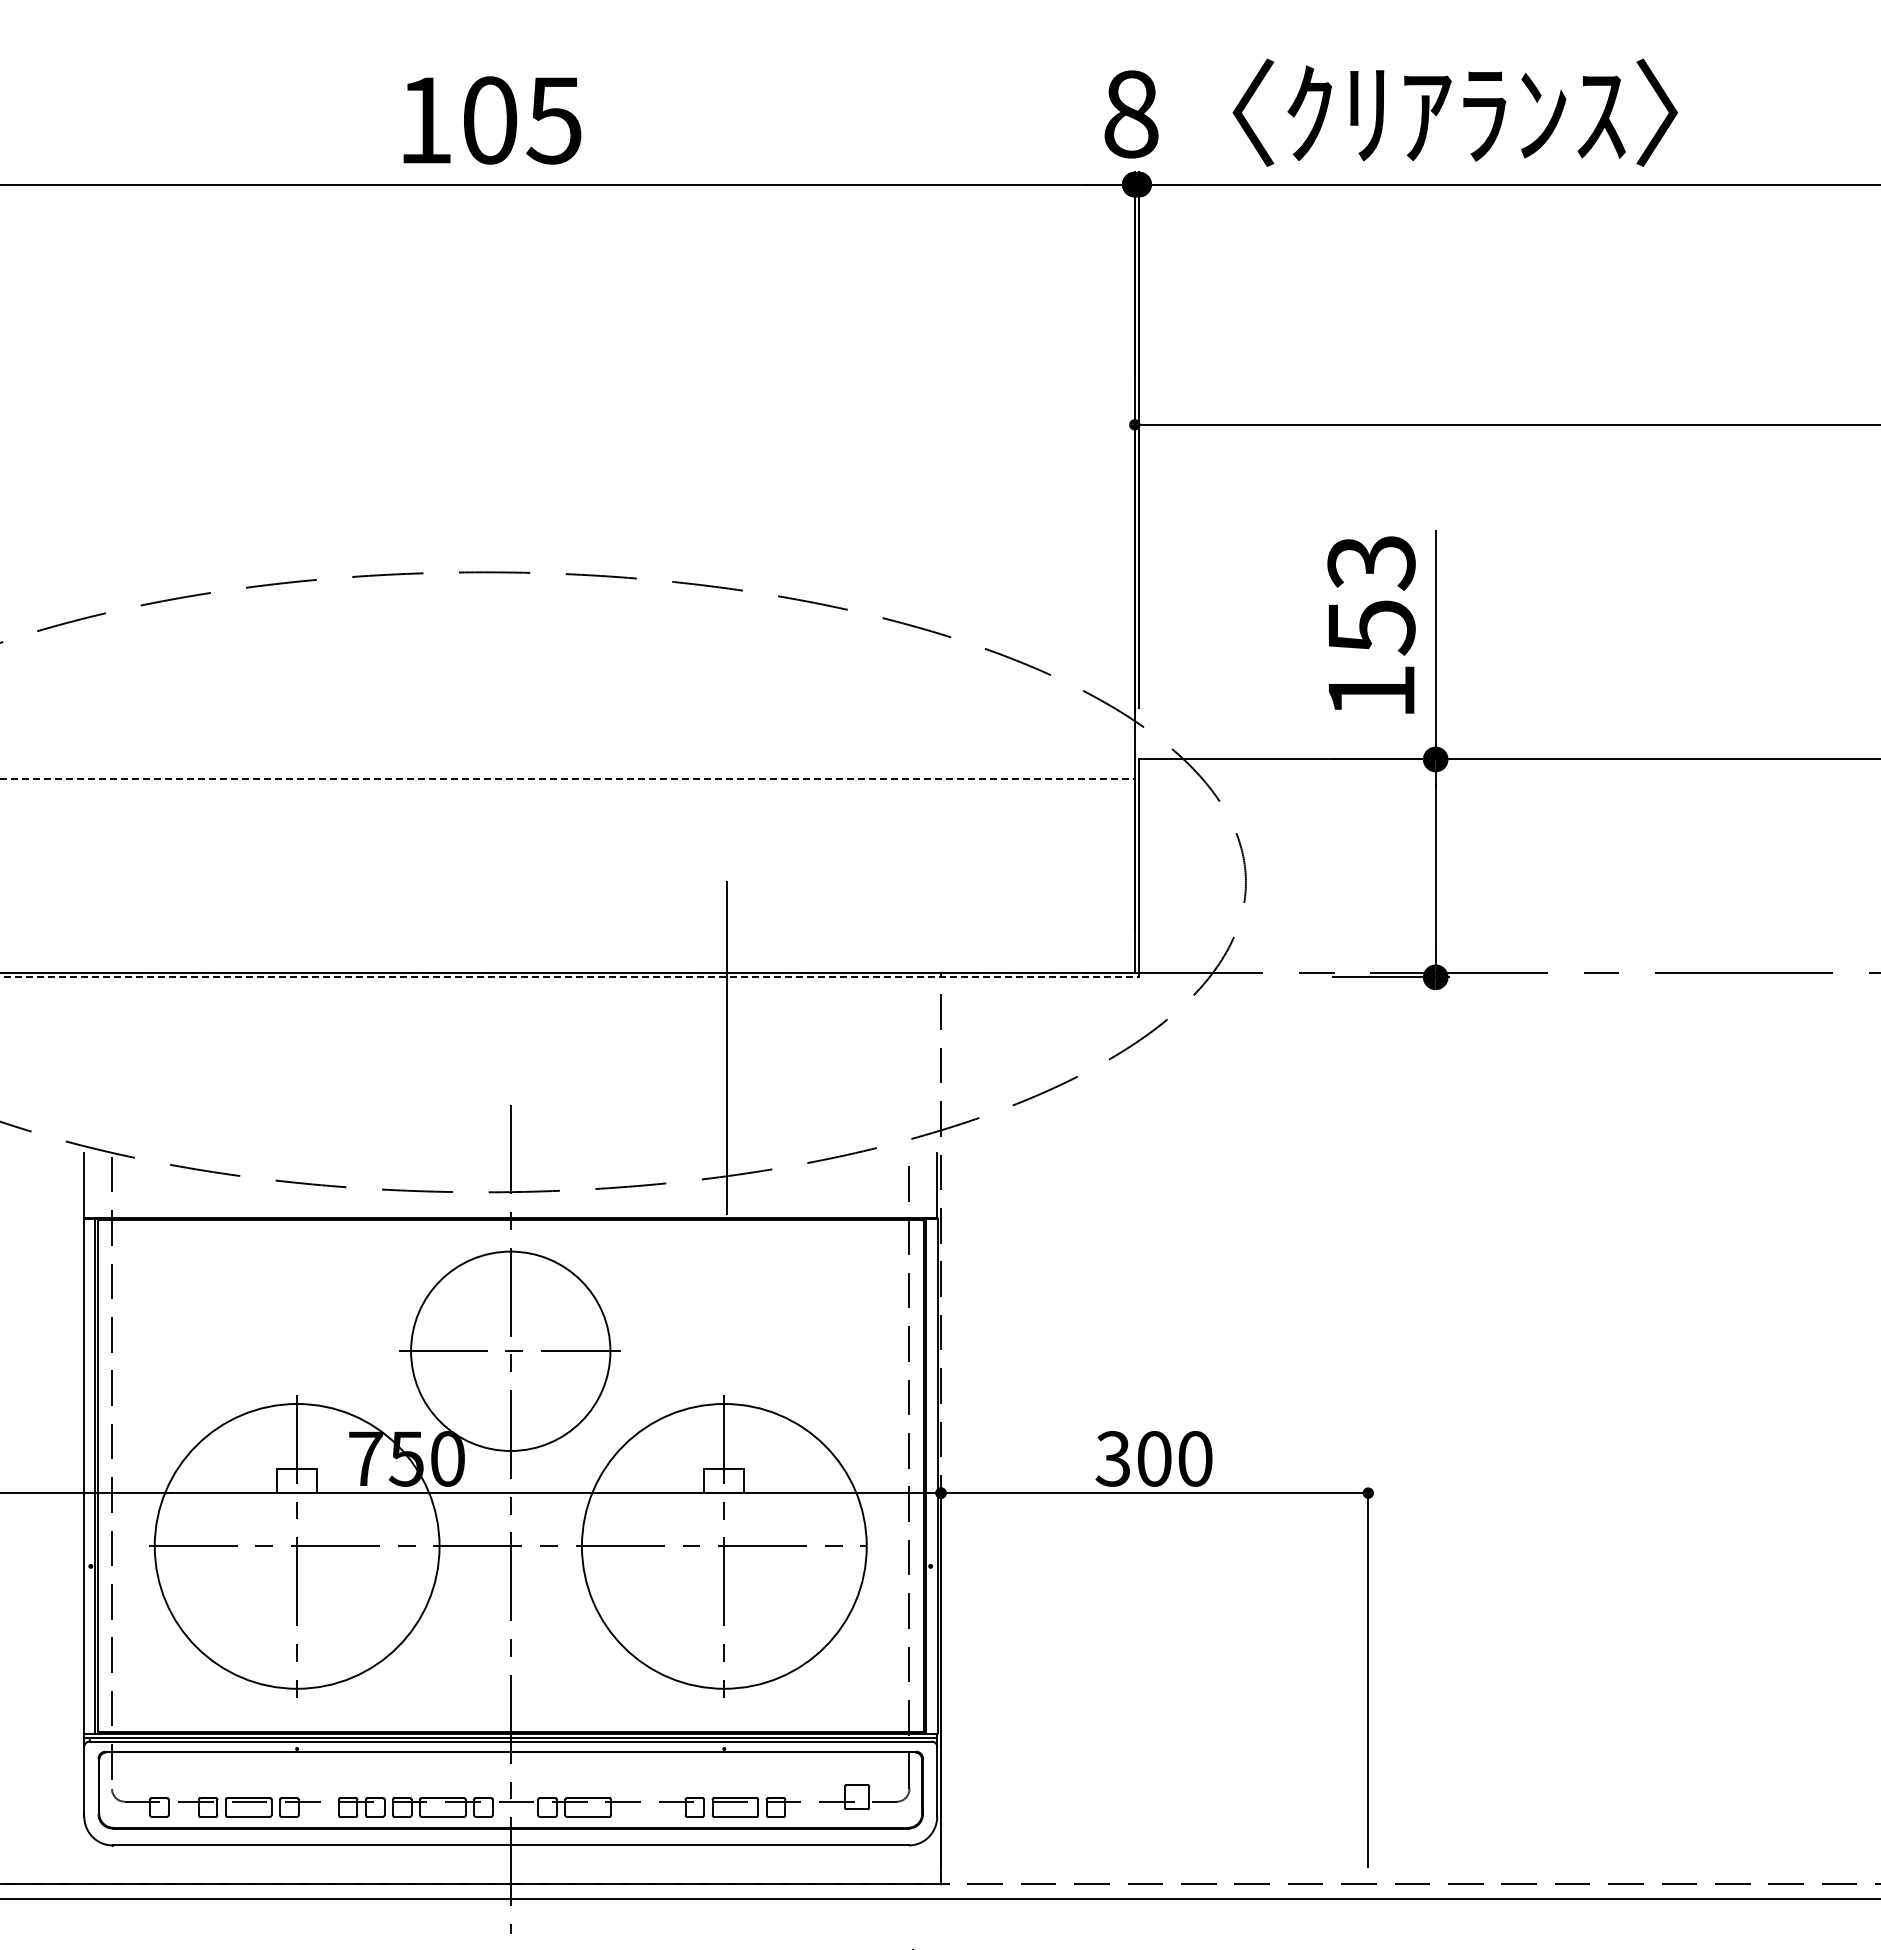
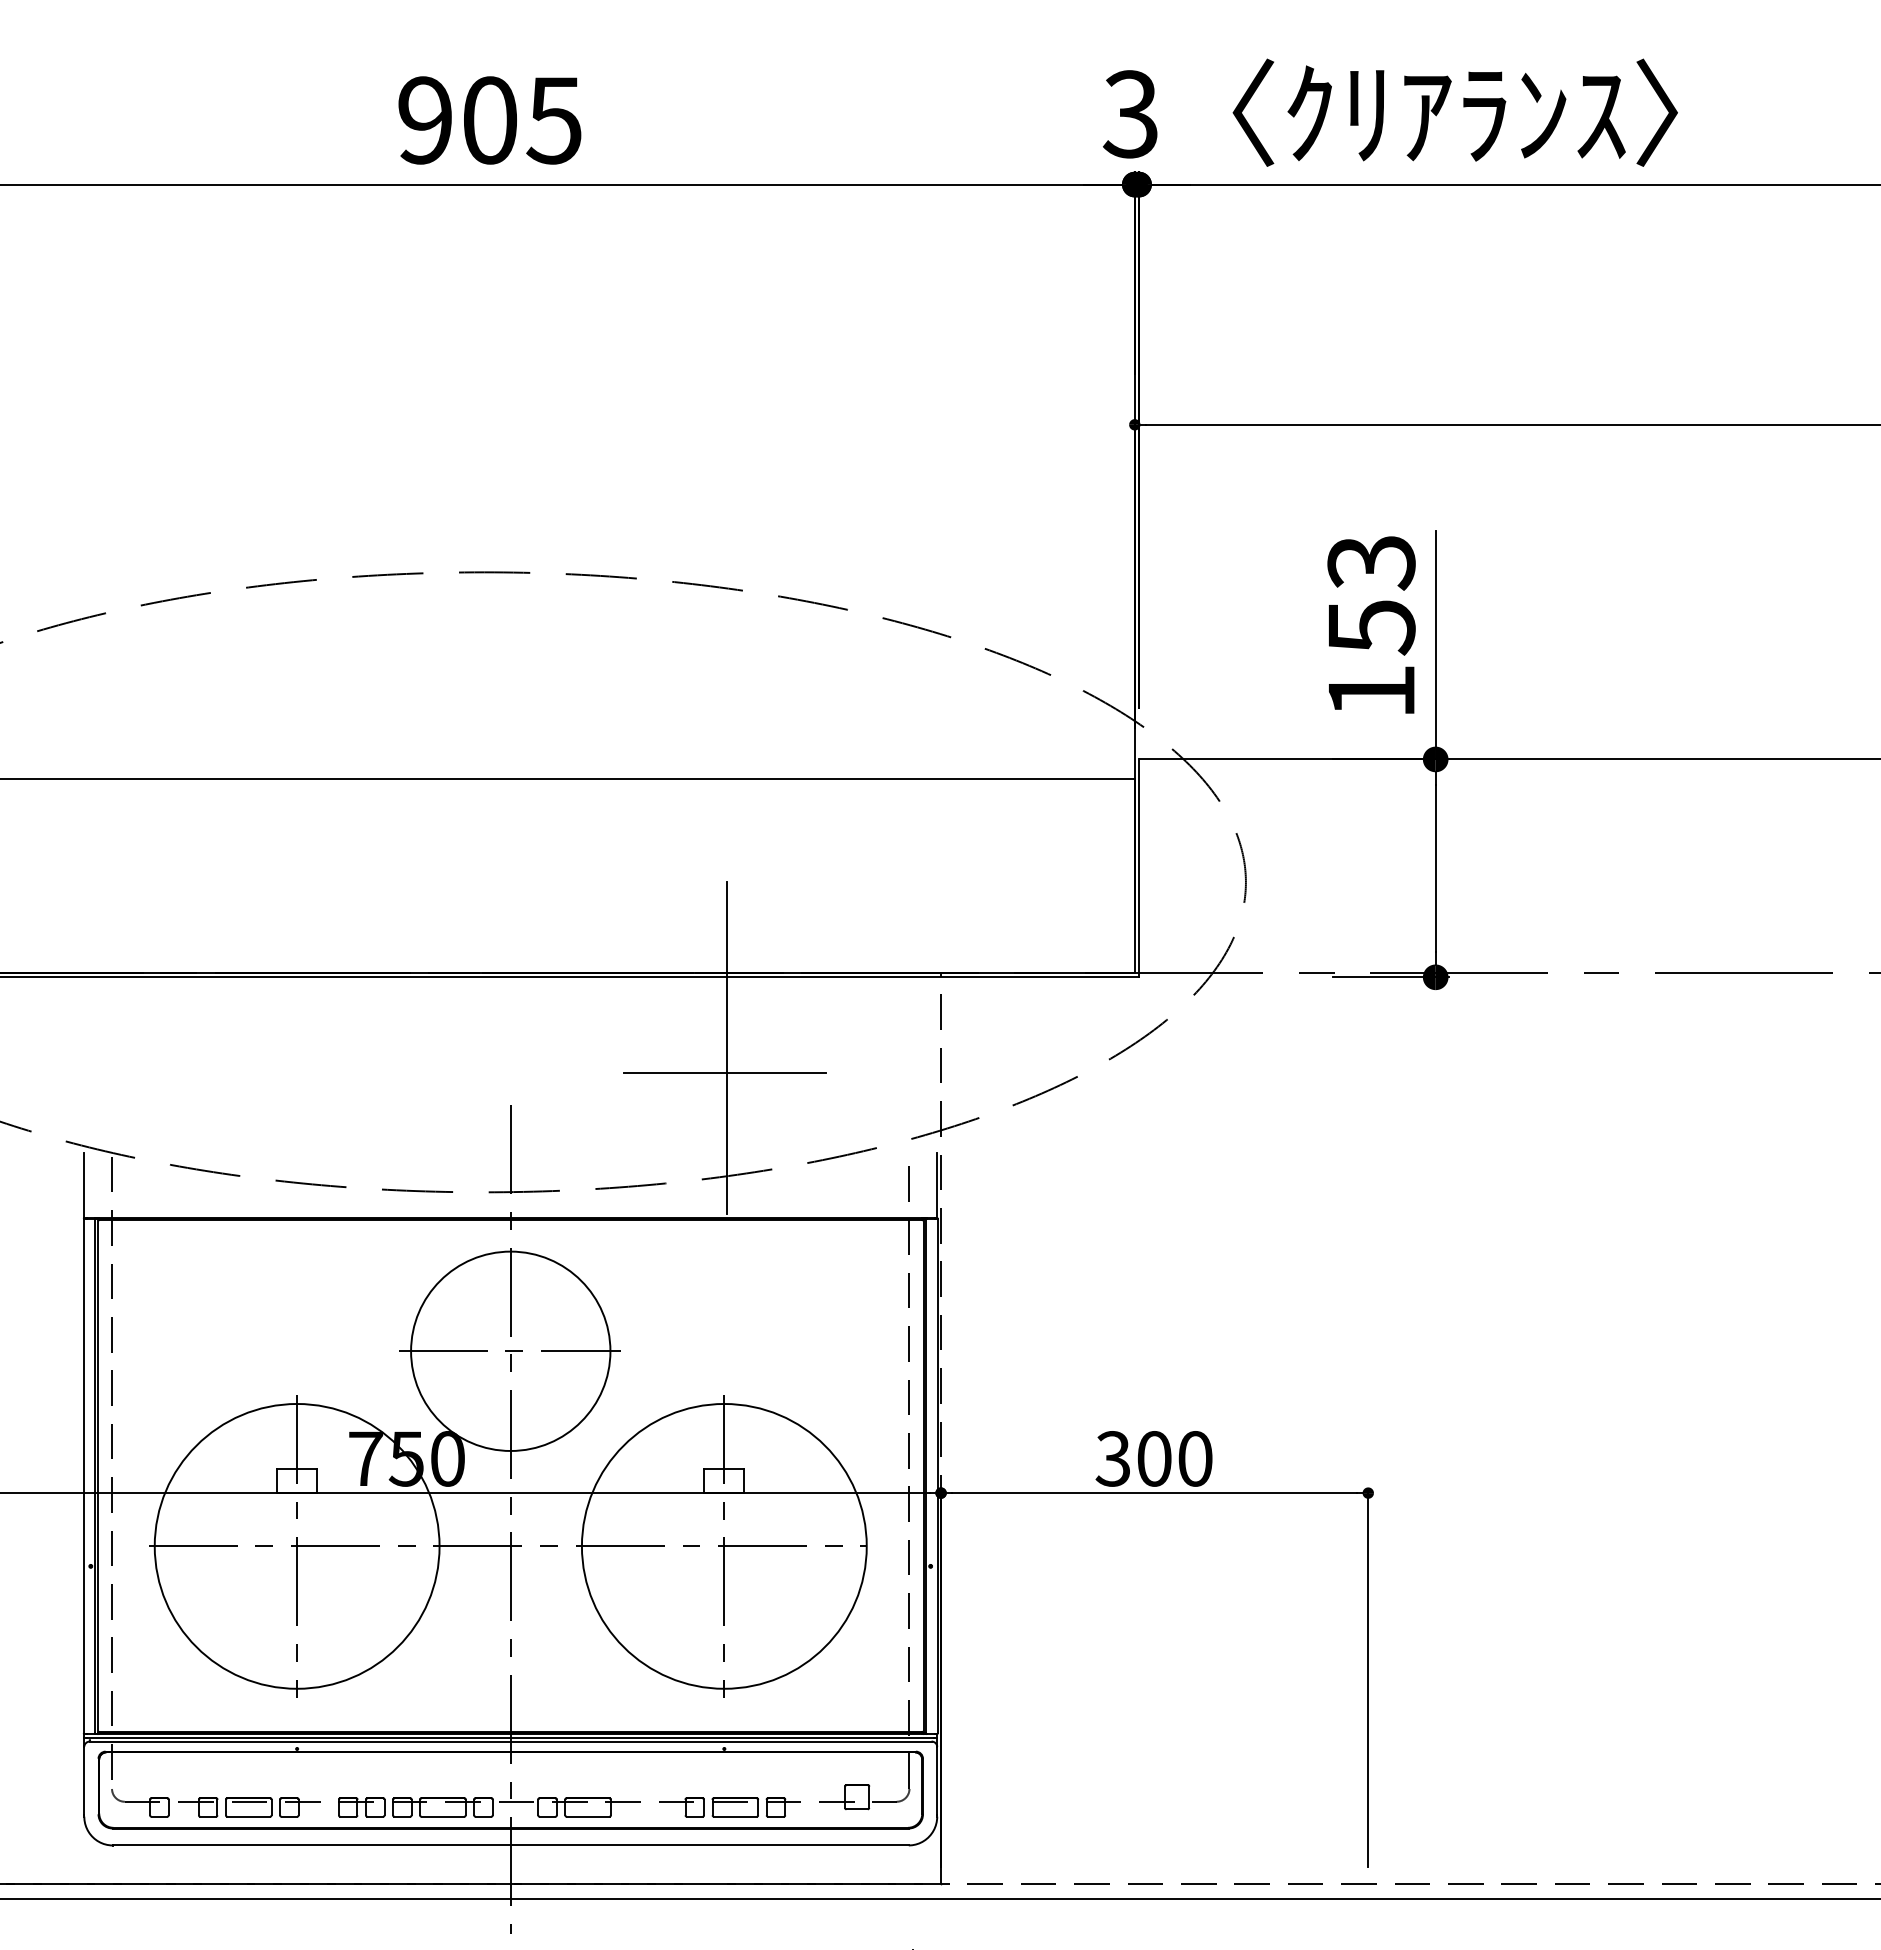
text at (1130, 114): 8 -> 3
text at (424, 120): 105 -> 905
line at (567, 779): dashed -> solid
line at (570, 977): dashed -> solid
line at (725, 1072): none -> present
